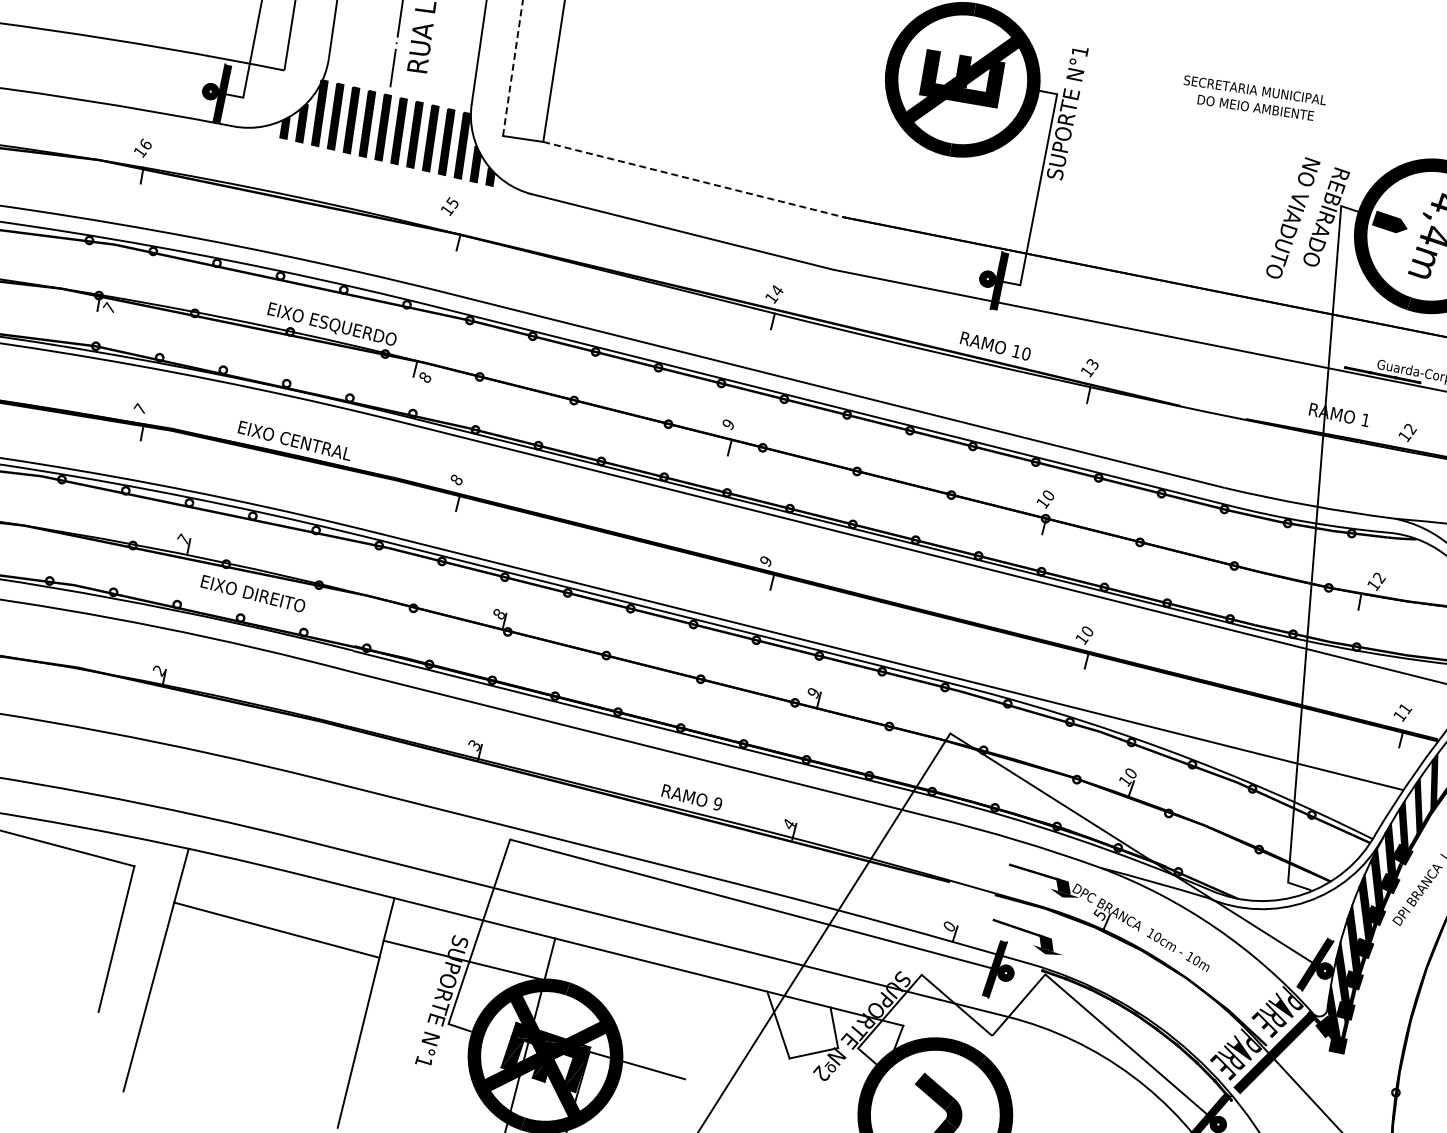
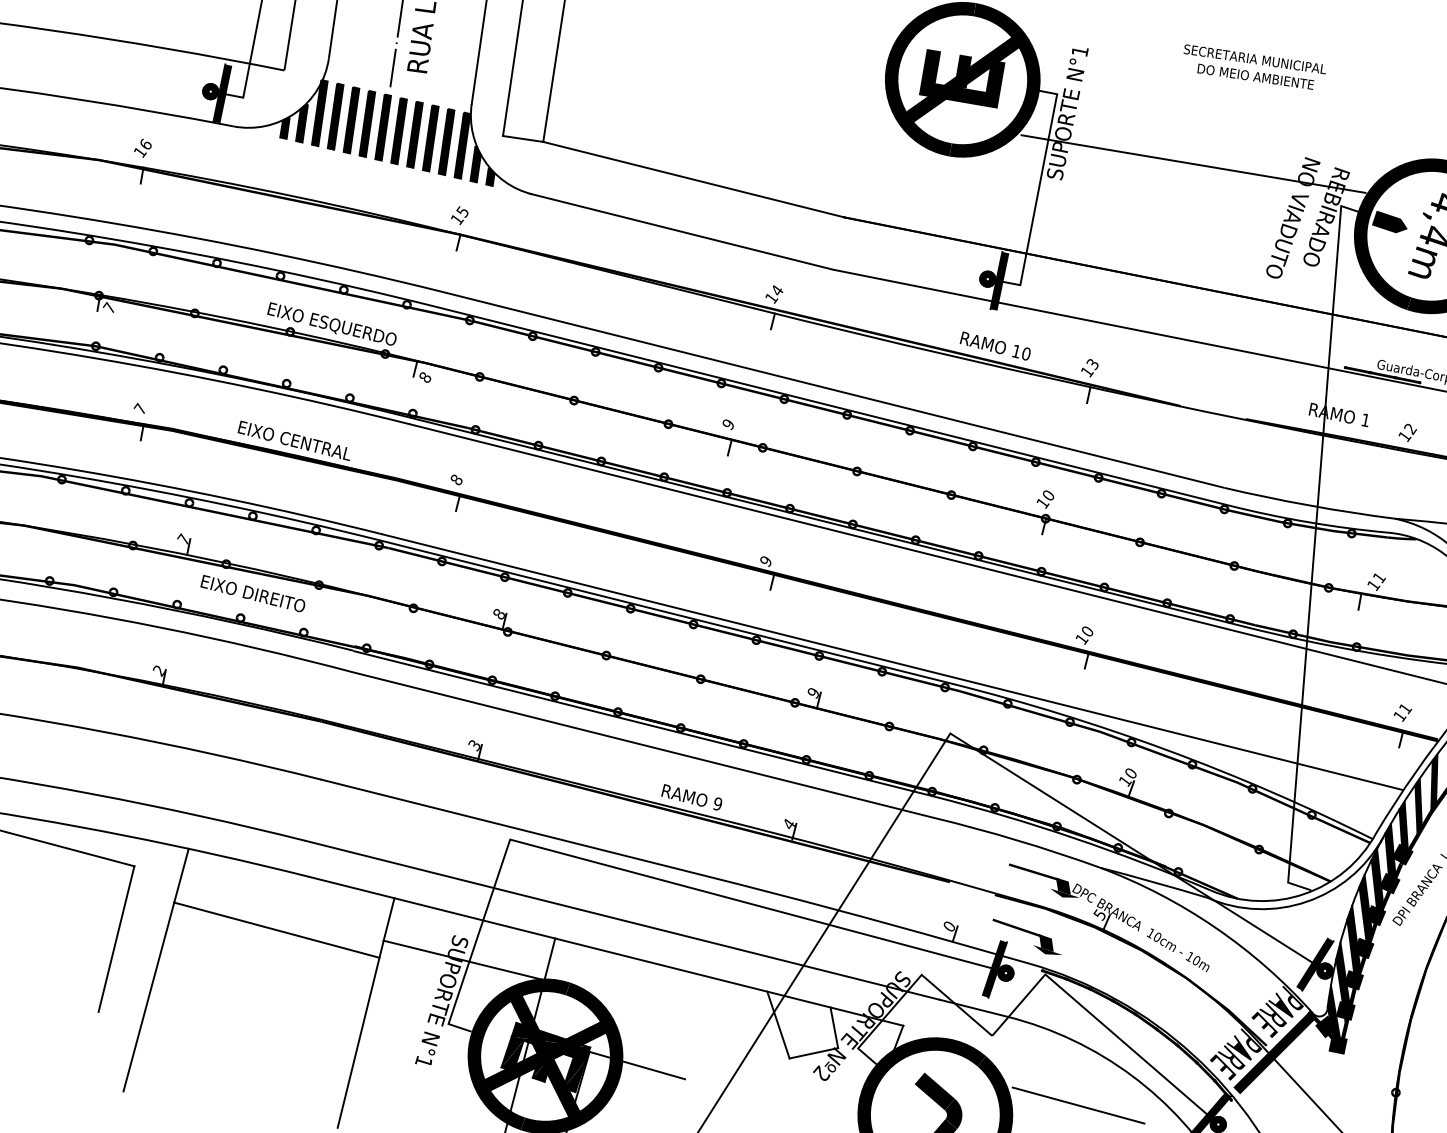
line at (513, 68): dashed -> solid
text at (1254, 97) position: (1254, 97) -> (1254, 66)
line at (1193, 163): none -> present
line at (695, 180): dashed -> solid
text at (449, 206) position: (449, 206) -> (459, 215)
text at (1378, 577): 12 -> 11
line at (1078, 1105): none -> present
